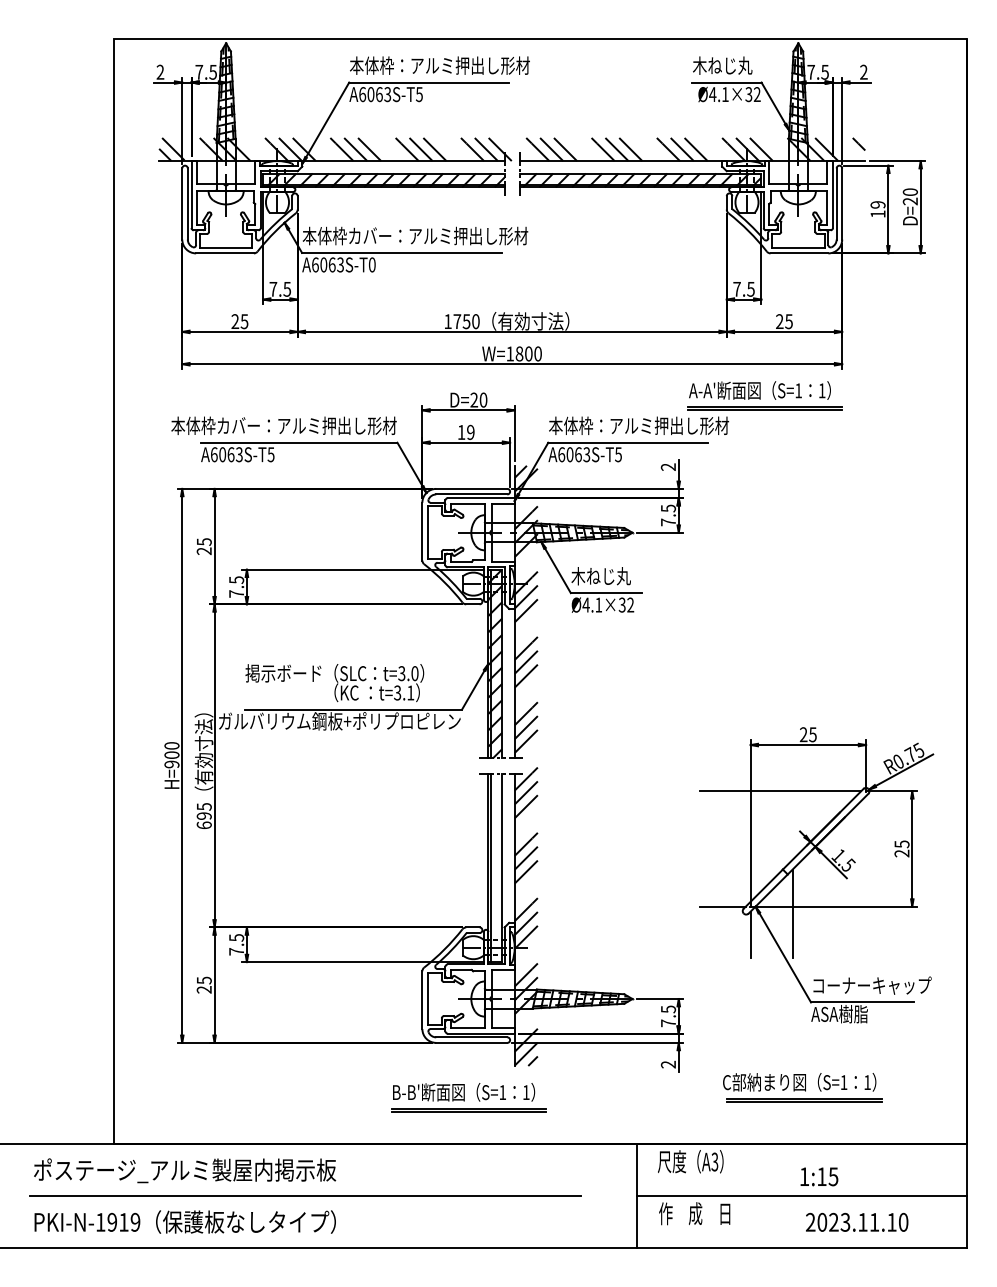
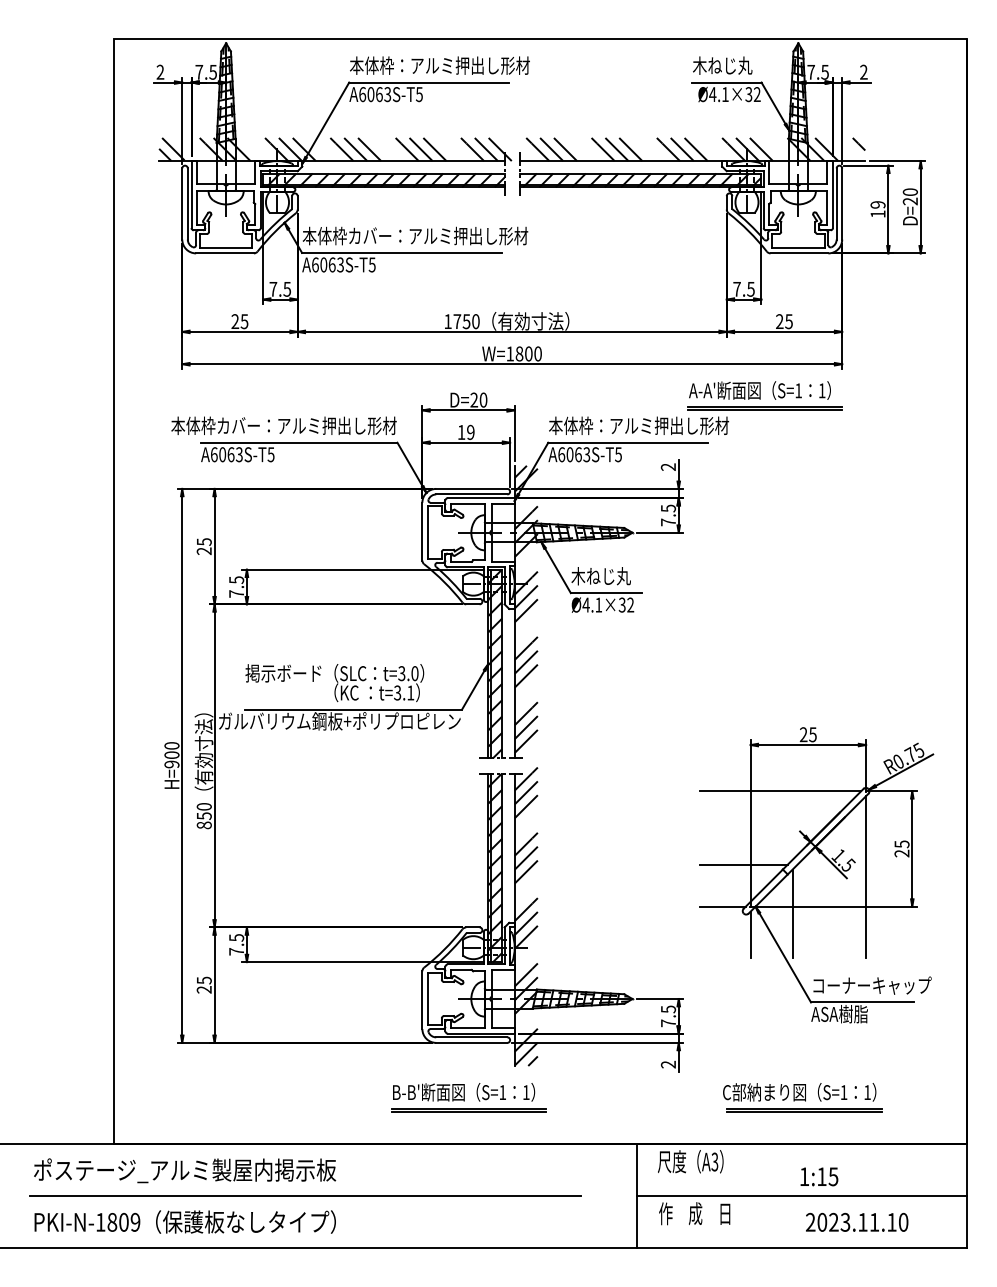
text at (371, 264): A6063S-T0 -> A6063S-T5
text at (203, 816): 695 -> 850
line at (743, 864): none -> present
hatch at (495, 867): none -> present
line at (866, 876): none -> present
part at (802, 1087) position: (802, 1087) -> (802, 1097)
text at (117, 1221): PKI-N-1919 -> PKI-N-1809
